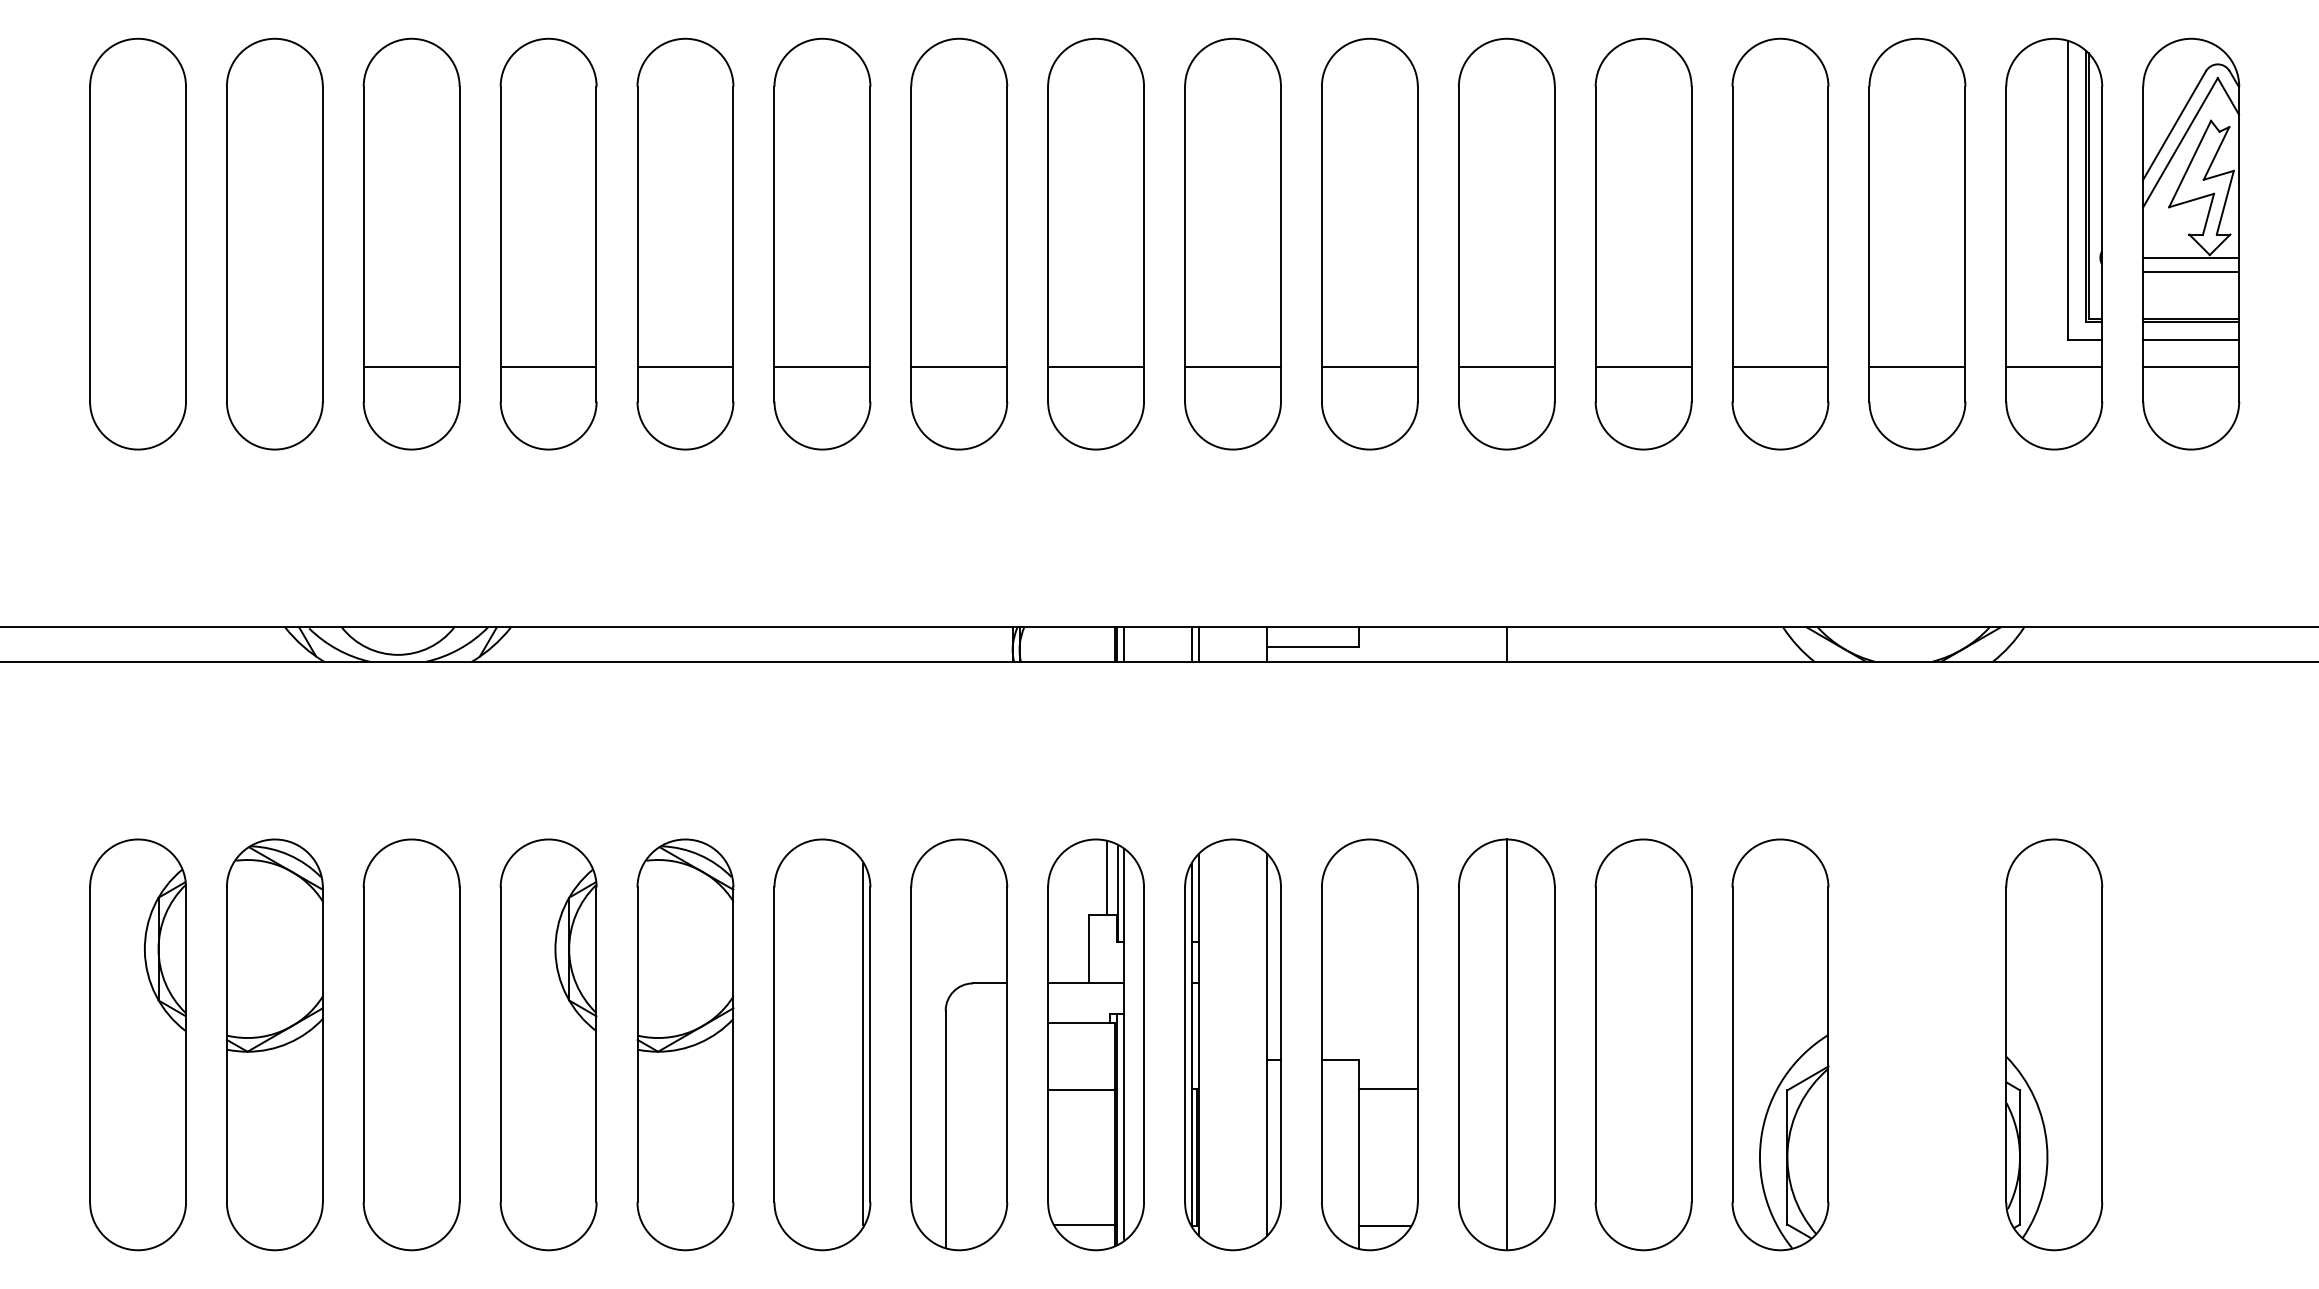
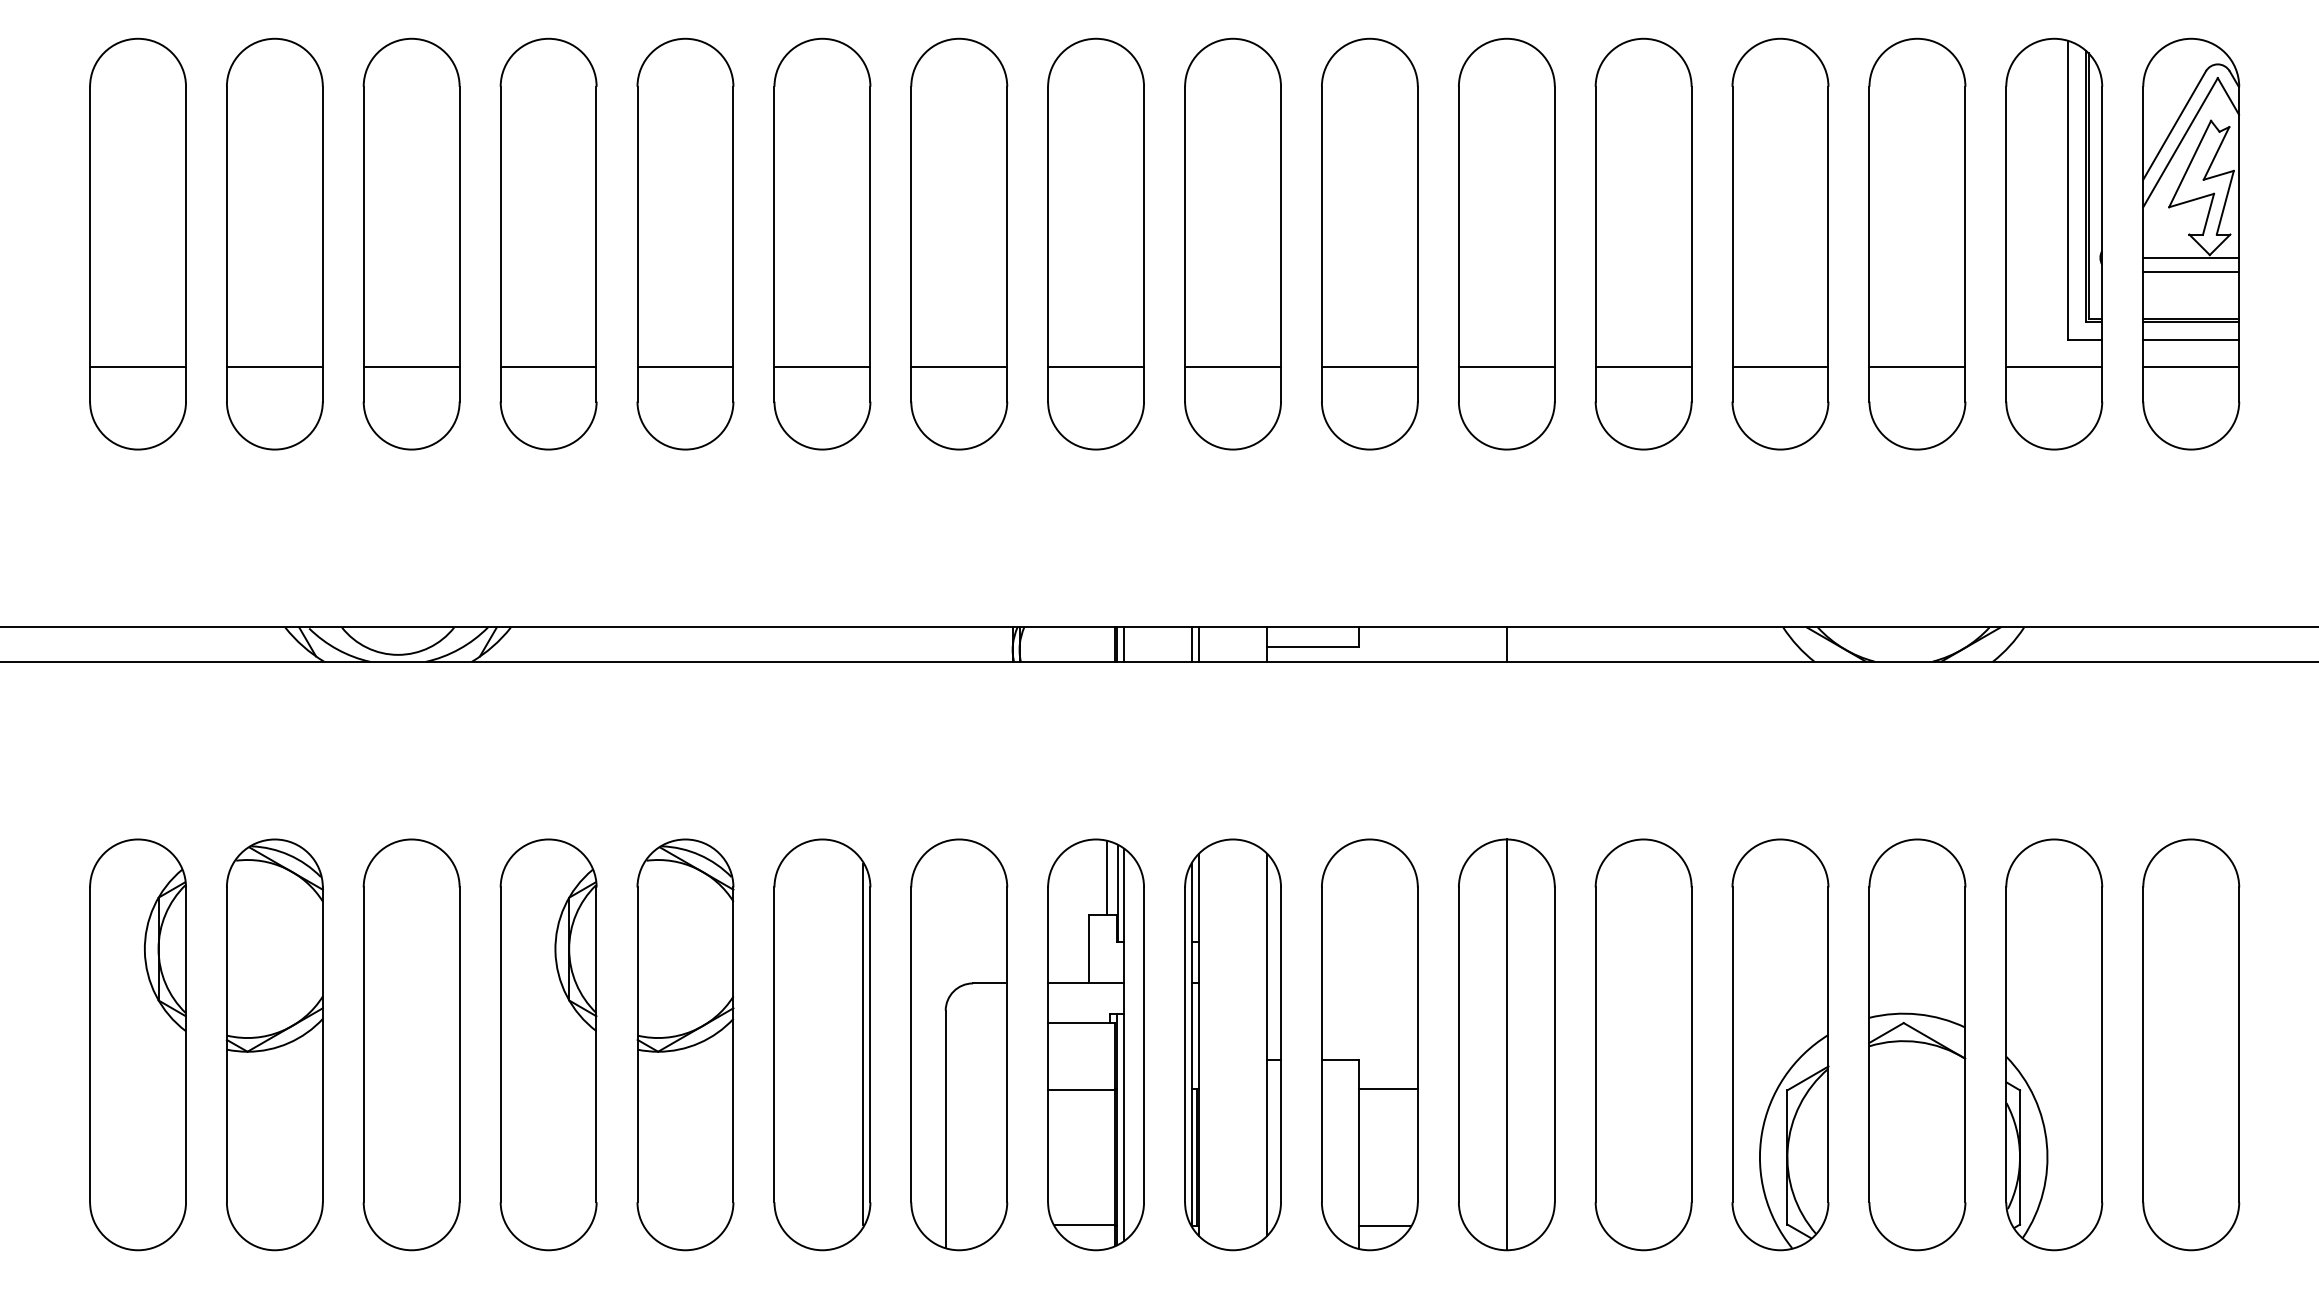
line at (137, 367): none -> present
line at (274, 367): none -> present
part at (1917, 1044): none -> present
part at (2191, 1044): none -> present
